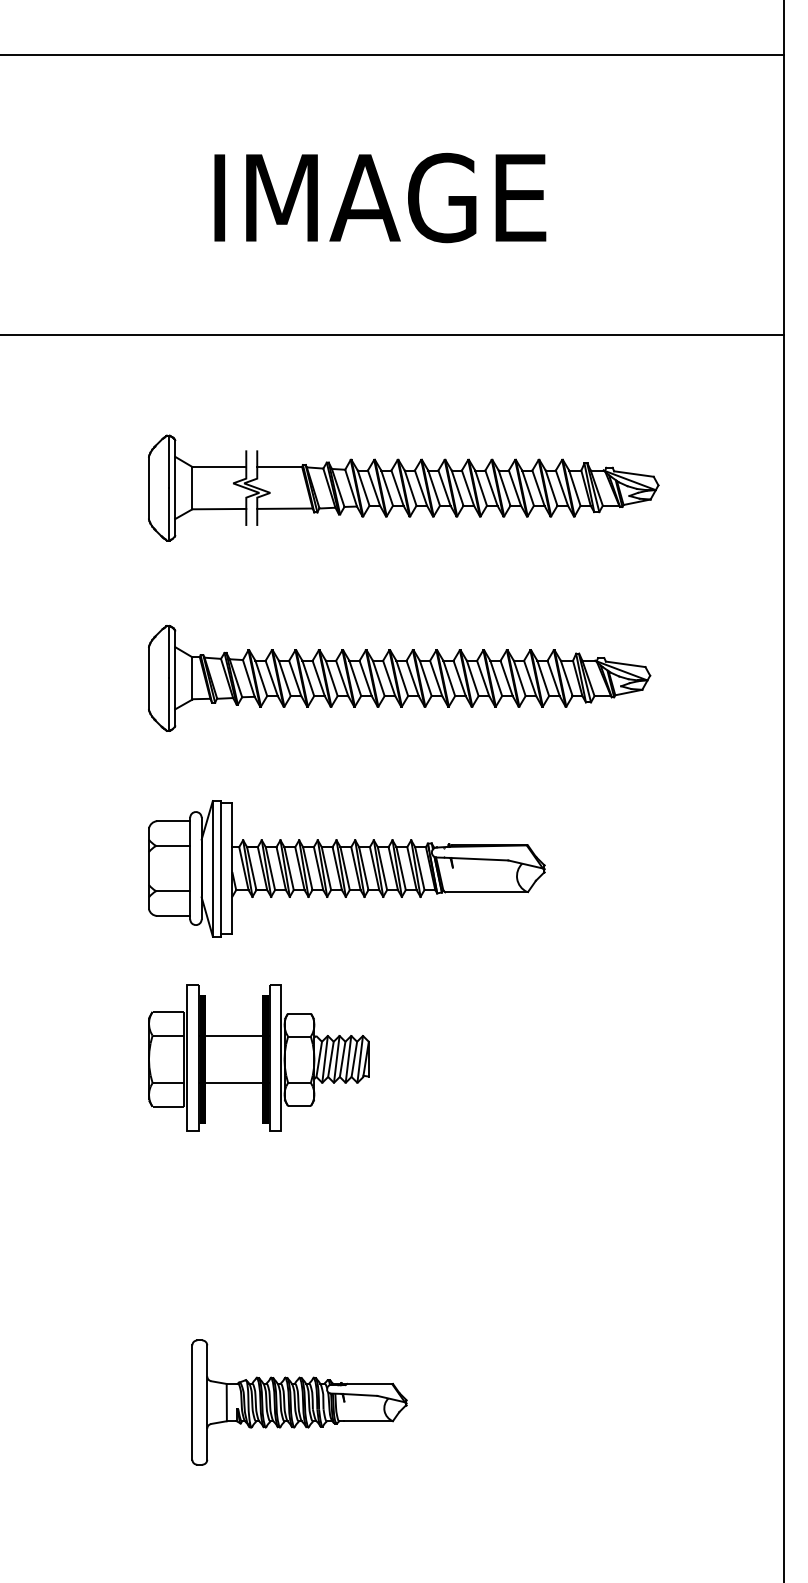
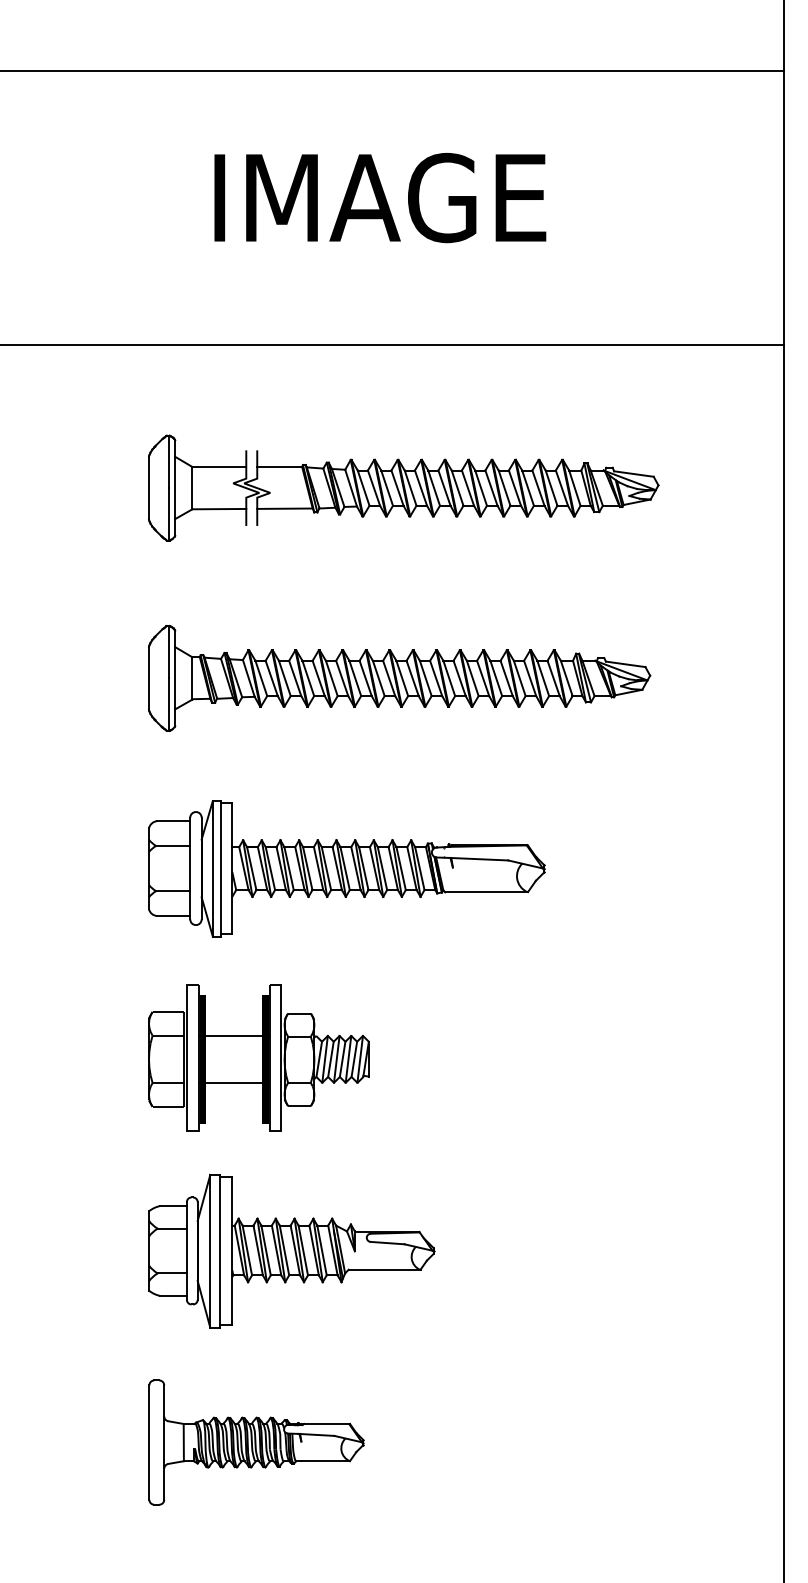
line at (392, 55) position: (392, 55) -> (392, 71)
line at (392, 334) position: (392, 334) -> (392, 344)
part at (291, 1251): none -> present
part at (299, 1402) position: (299, 1402) -> (256, 1442)
